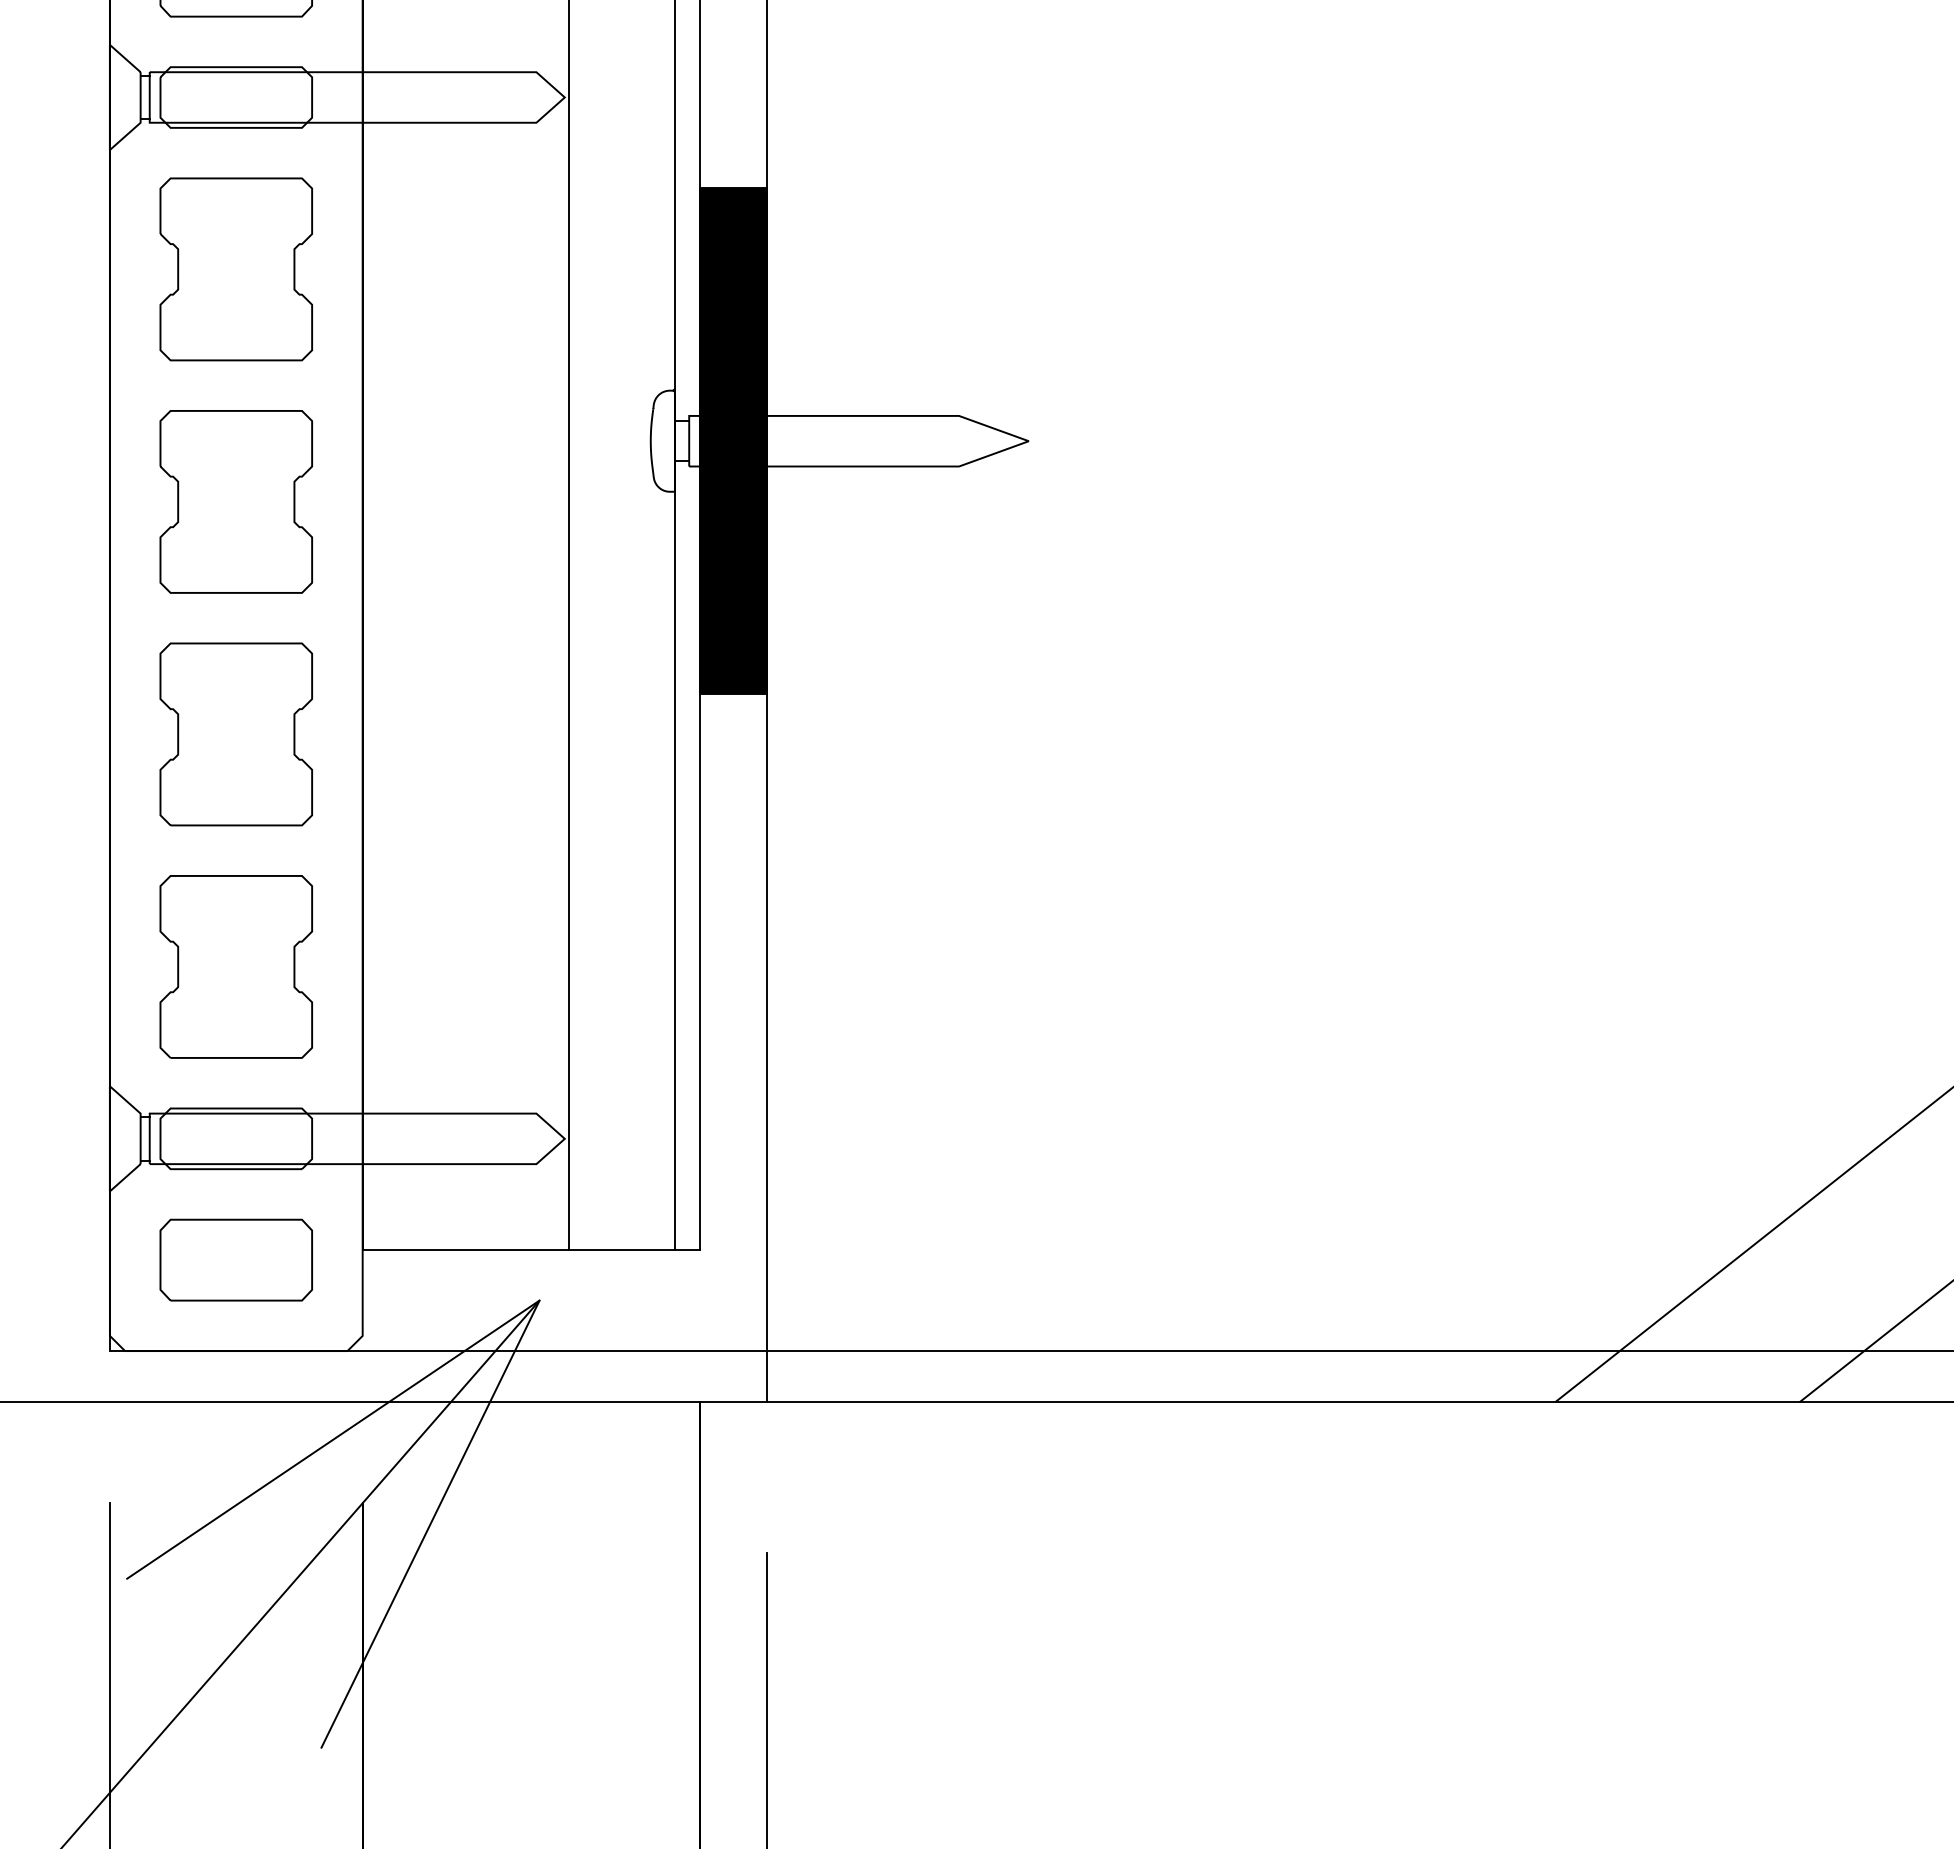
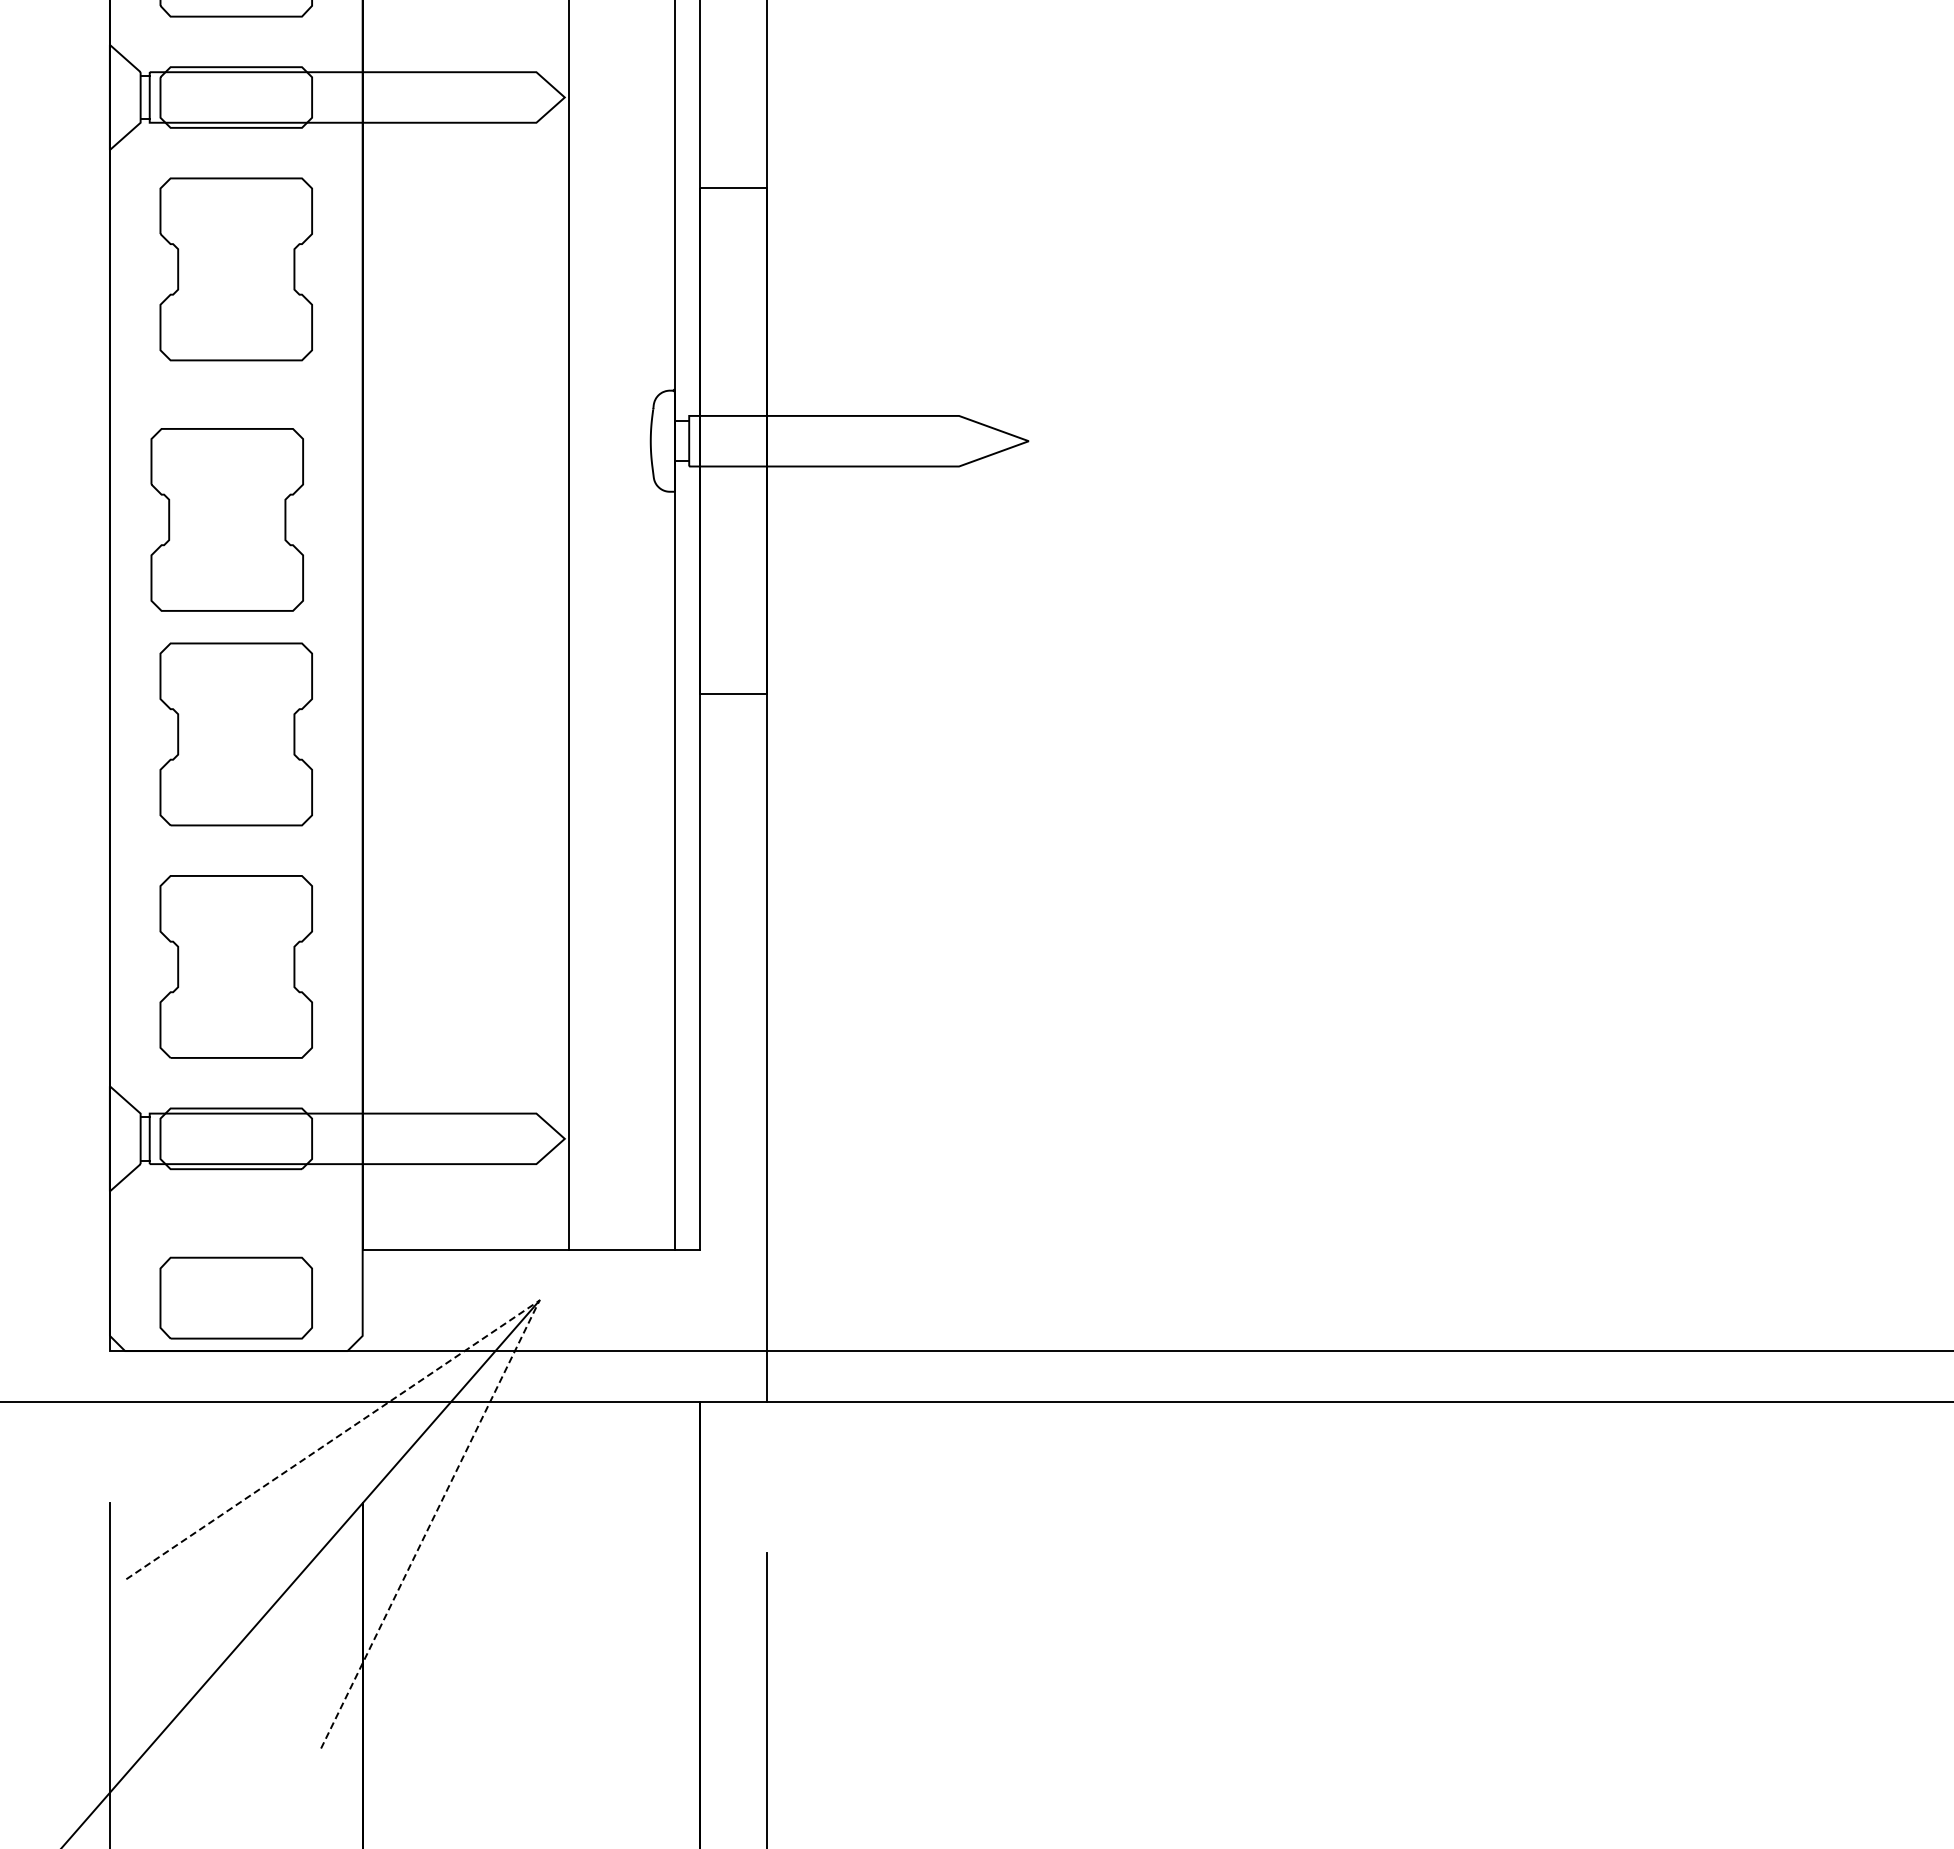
fill at (733, 440): present -> none
part at (235, 501) position: (235, 501) -> (226, 519)
line at (1752, 1245): present -> none
part at (235, 1259) position: (235, 1259) -> (235, 1297)
line at (539, 1300): solid -> dashed
line at (1875, 1341): present -> none
